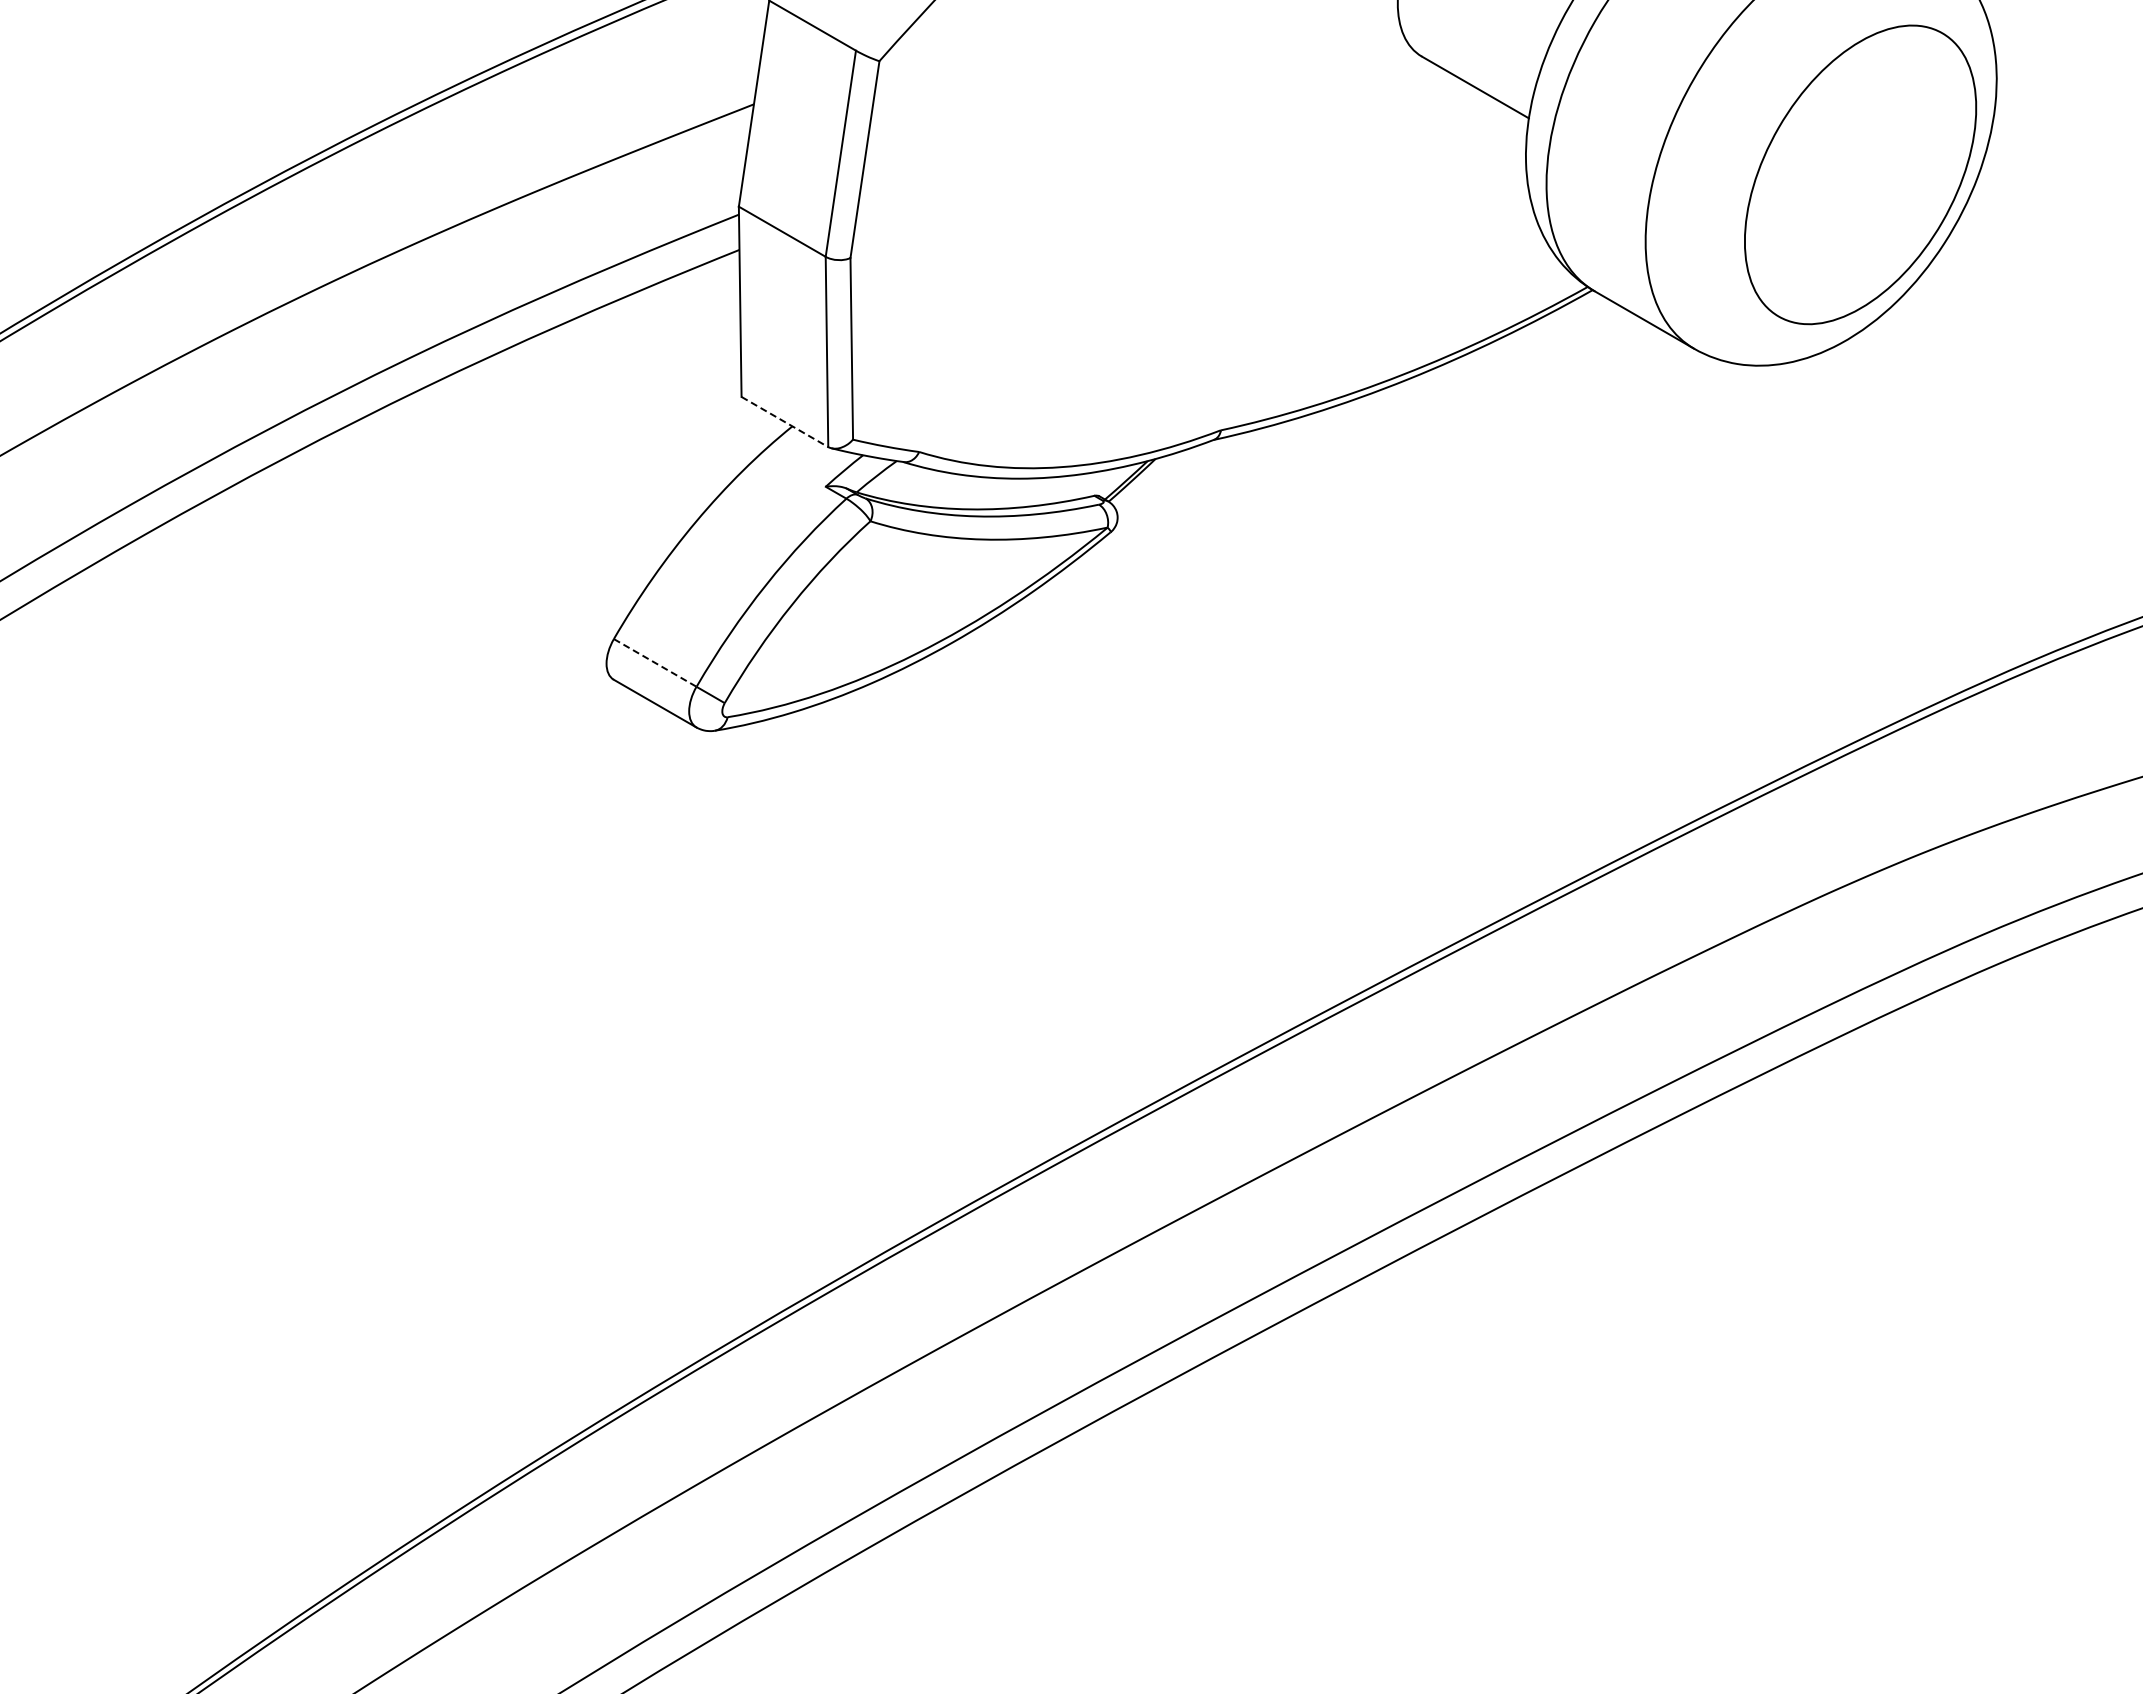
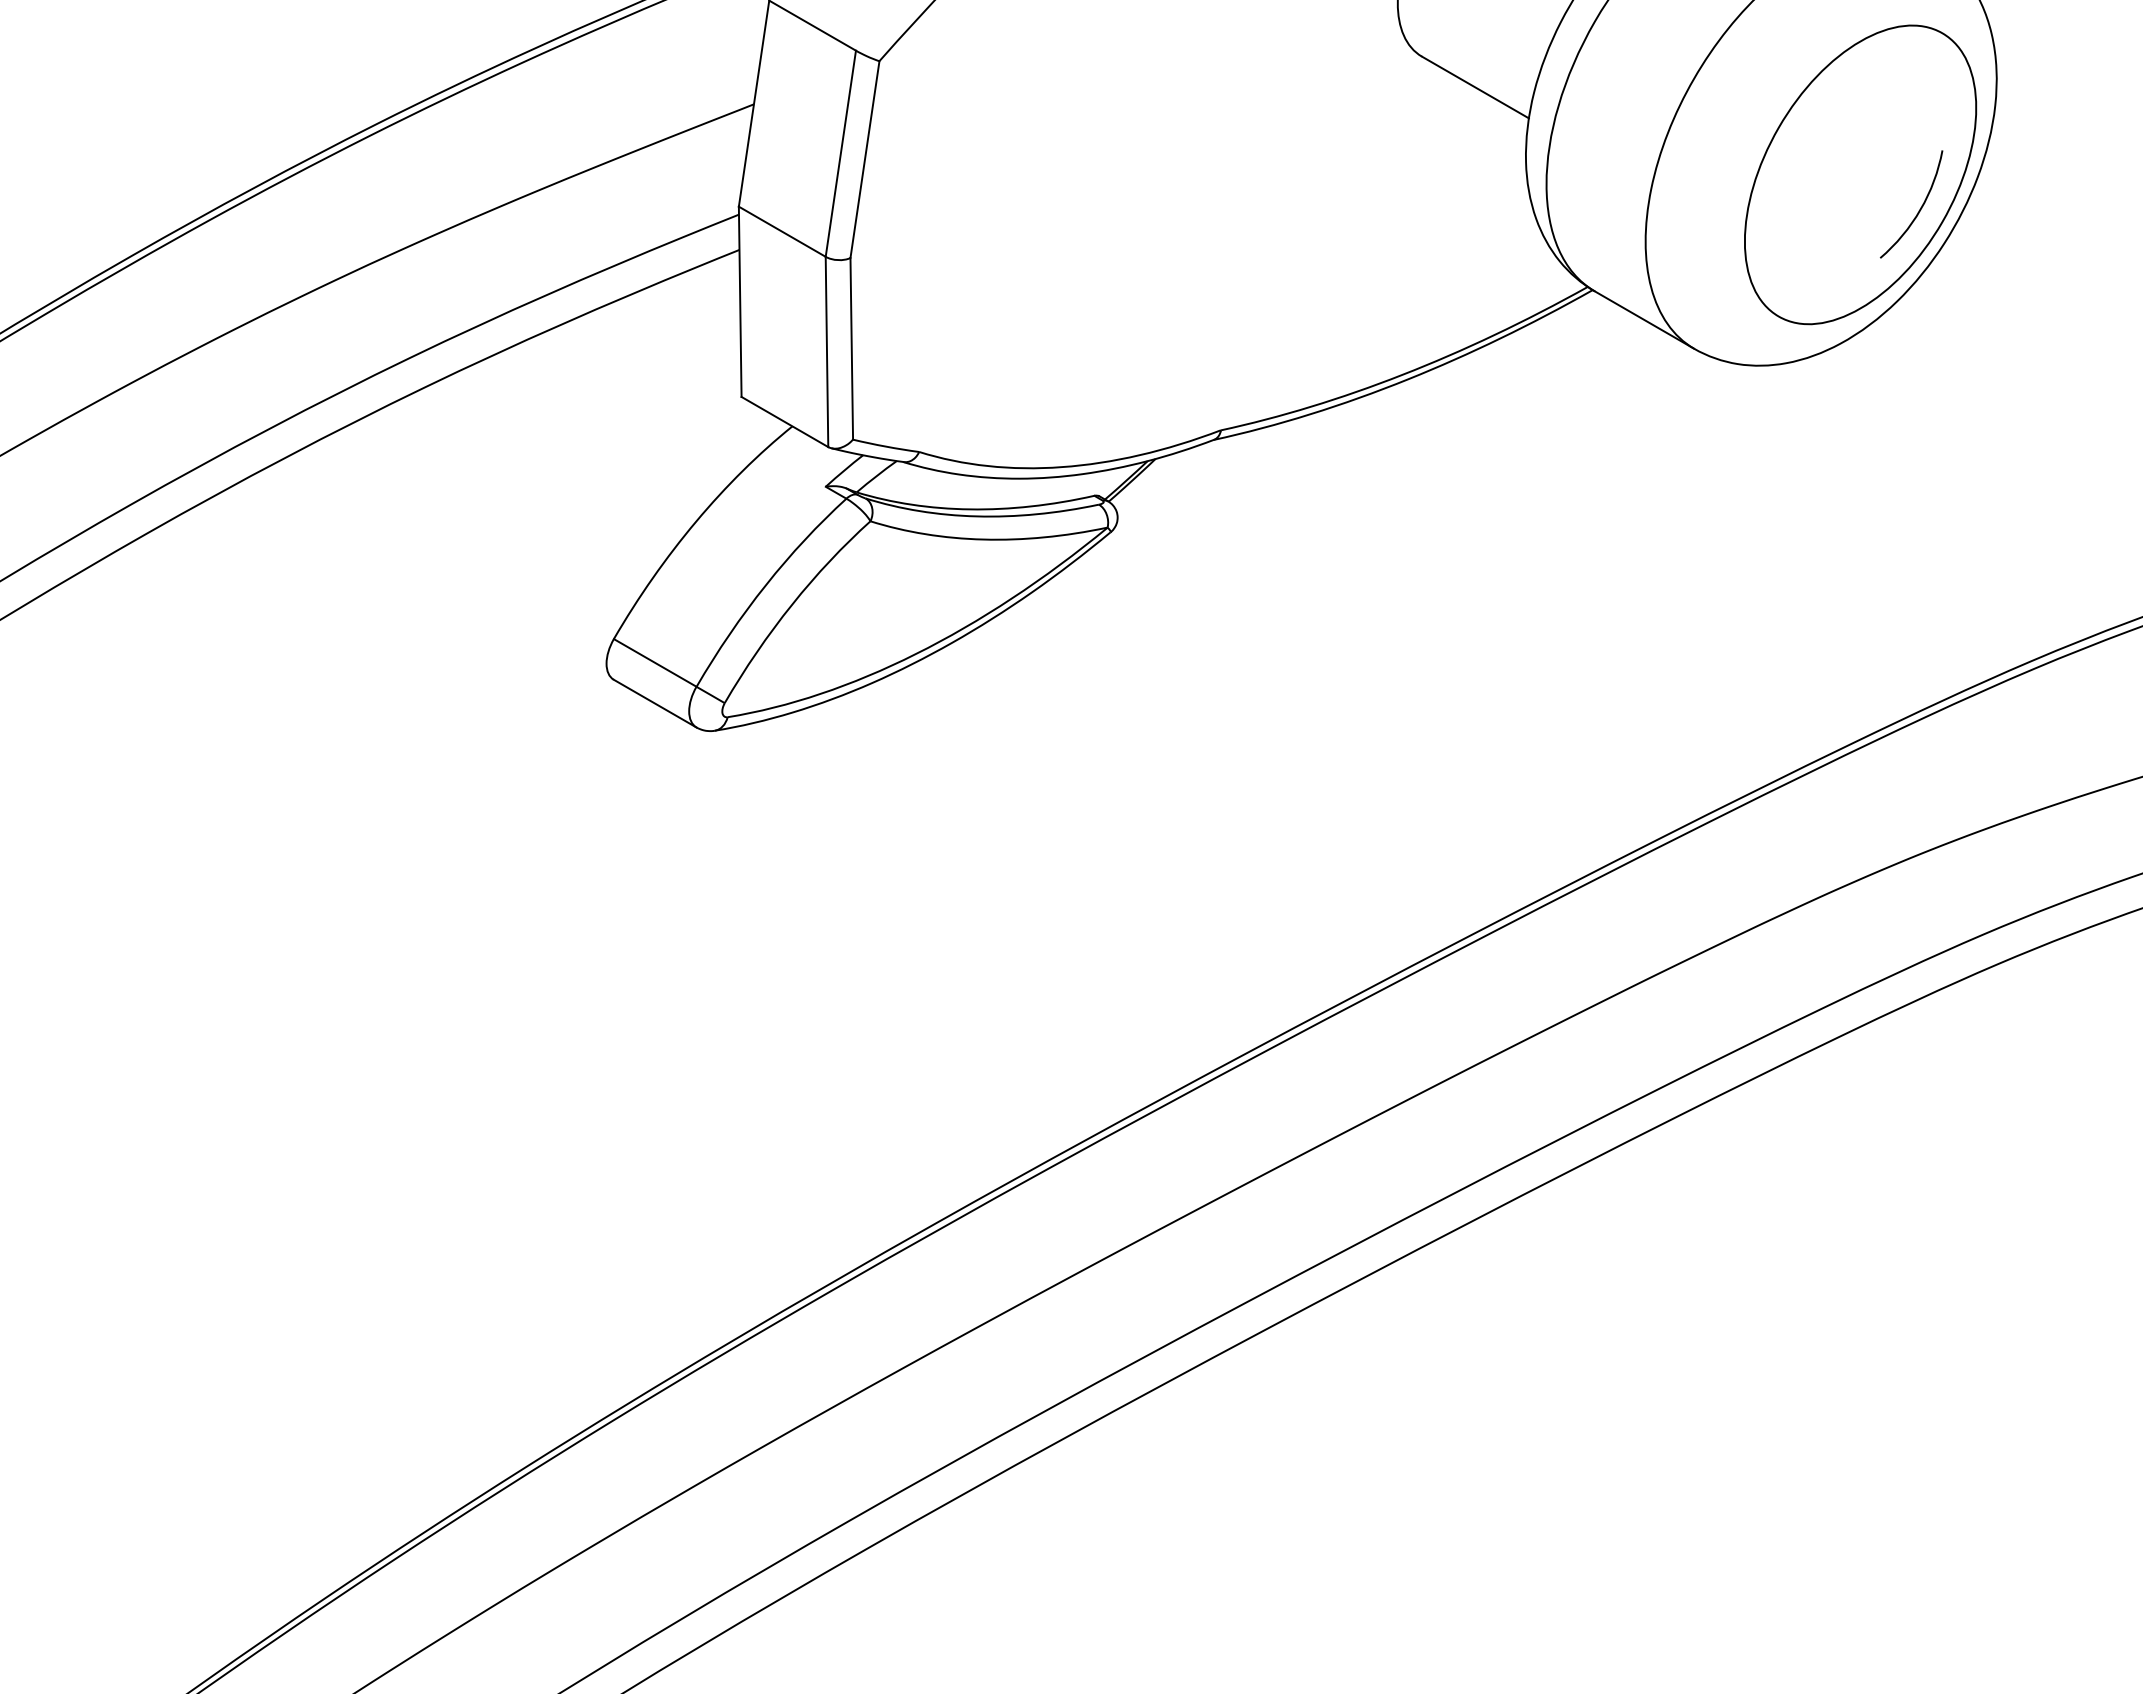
arc at (1918, 210): none -> present
line at (785, 422): dashed -> solid
line at (655, 662): dashed -> solid
